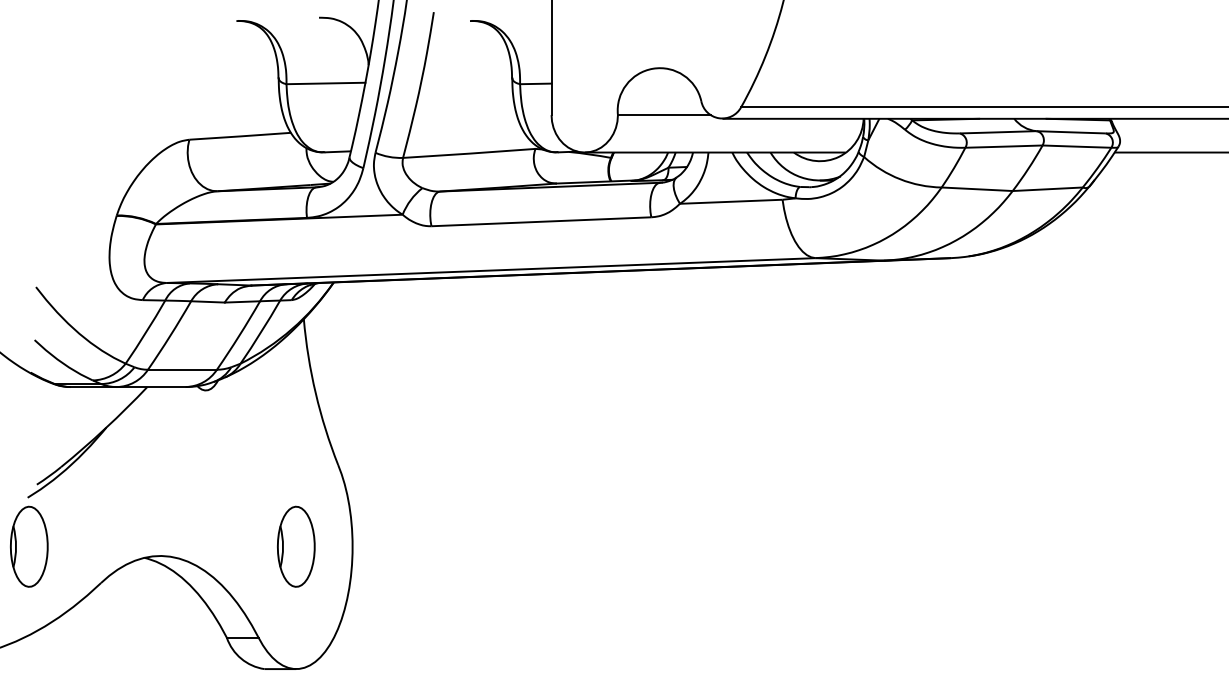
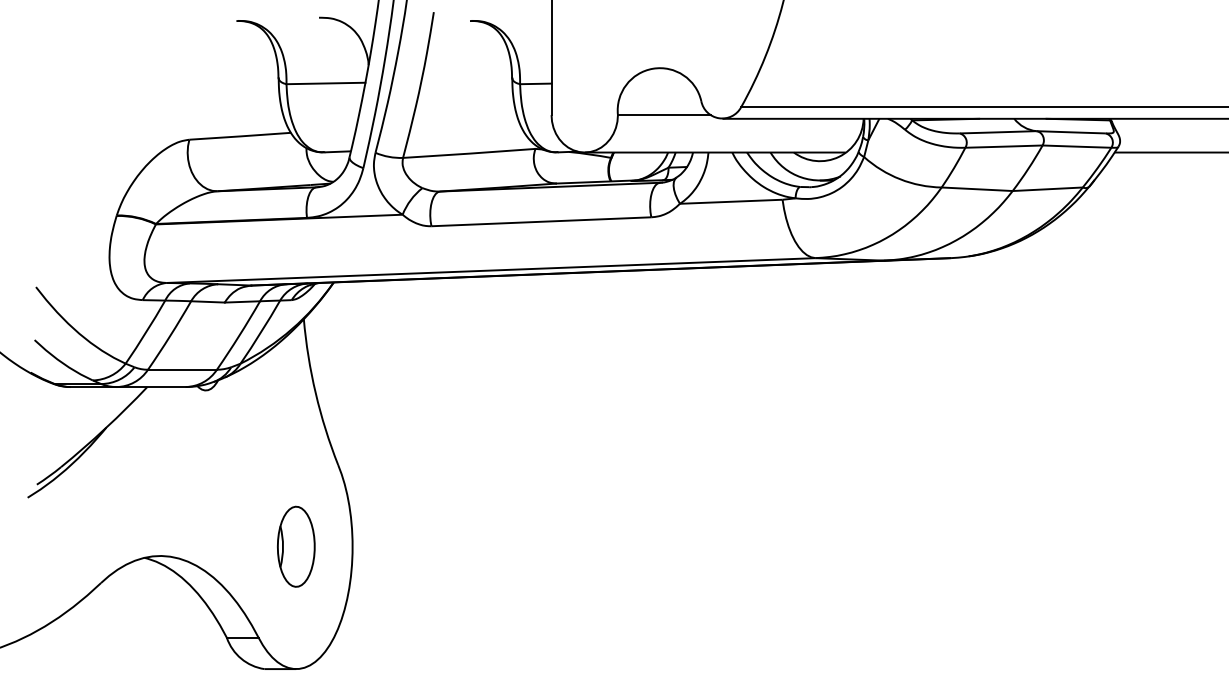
part at (29, 546): present -> none
